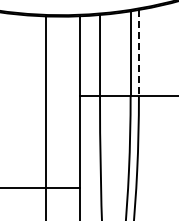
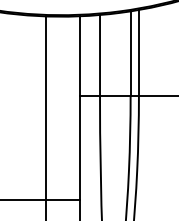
line at (138, 53): dashed -> solid
line at (41, 187) position: (41, 187) -> (41, 199)
